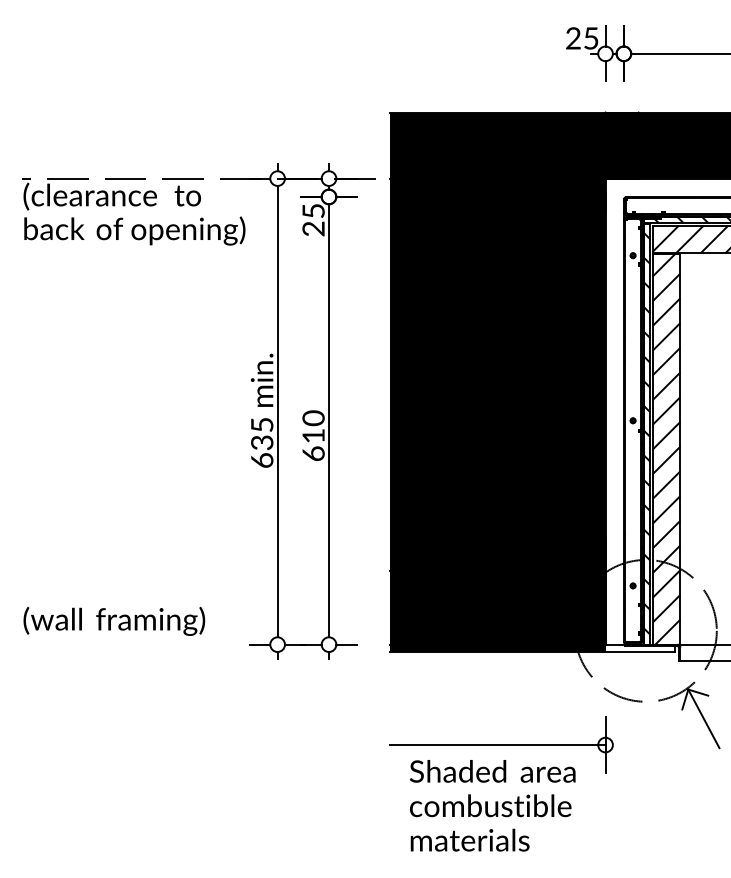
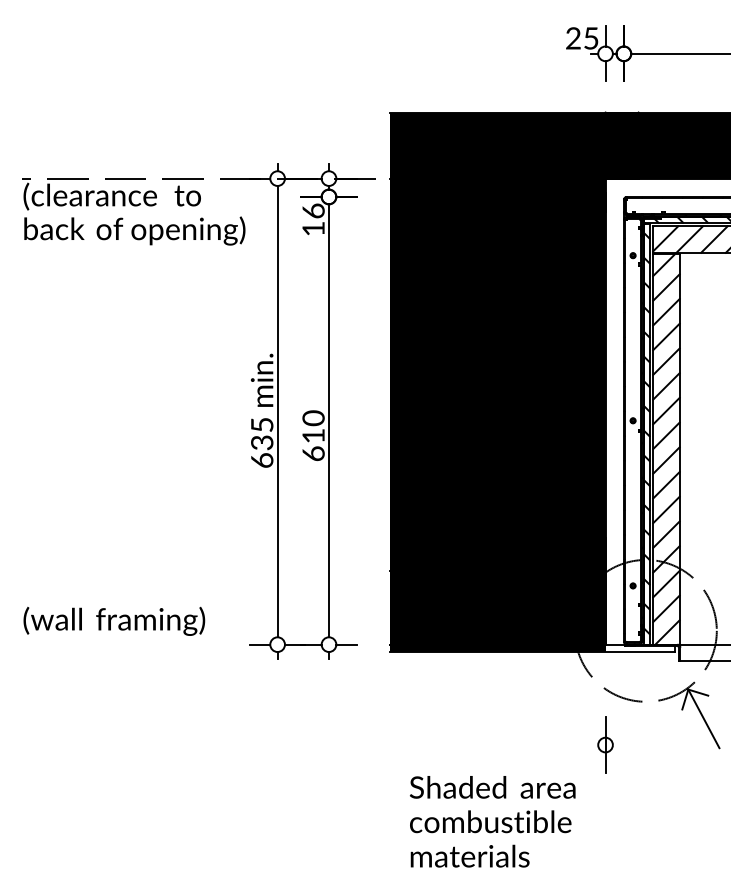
text at (313, 219): 25 -> 16
line at (497, 745): present -> none
text at (492, 805) position: (492, 805) -> (492, 821)
